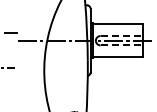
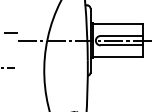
line at (122, 36): dashed -> solid
line at (122, 45): dashed -> solid
